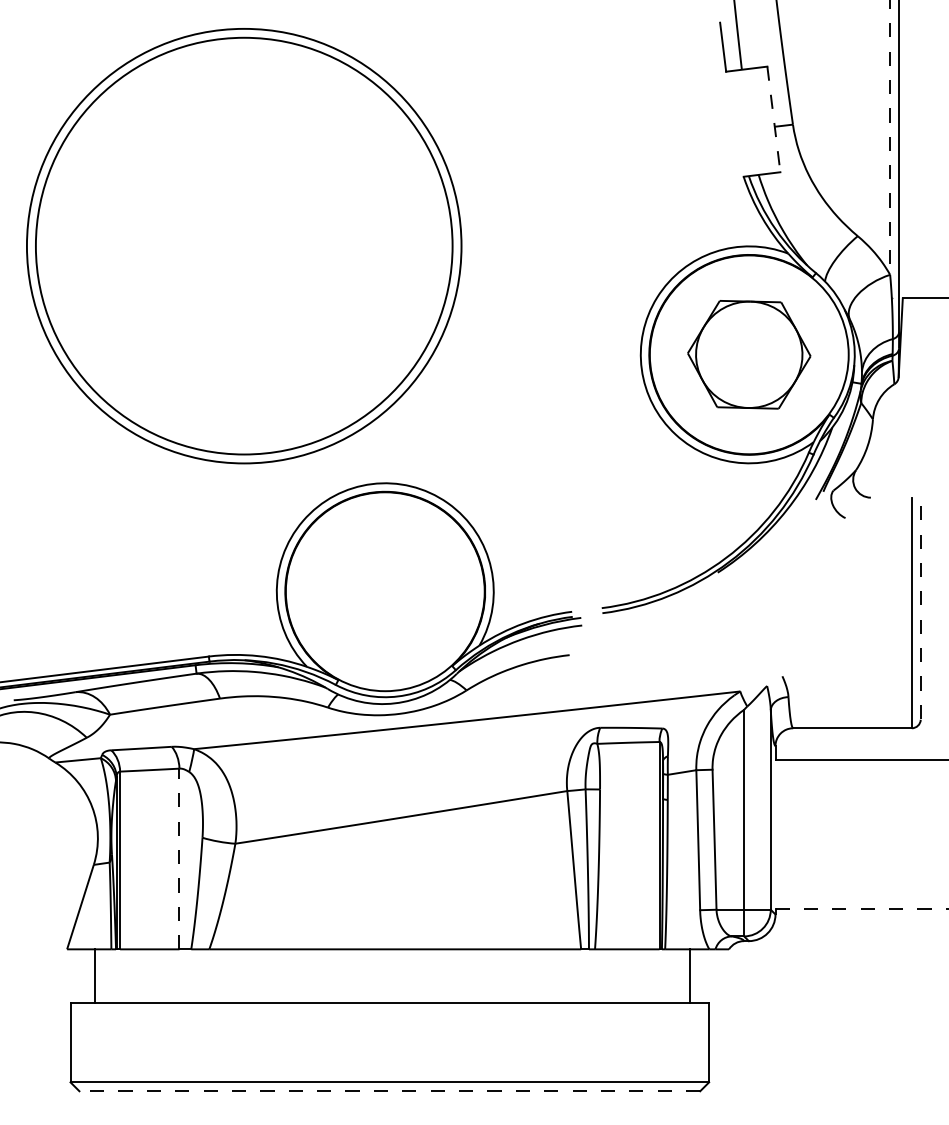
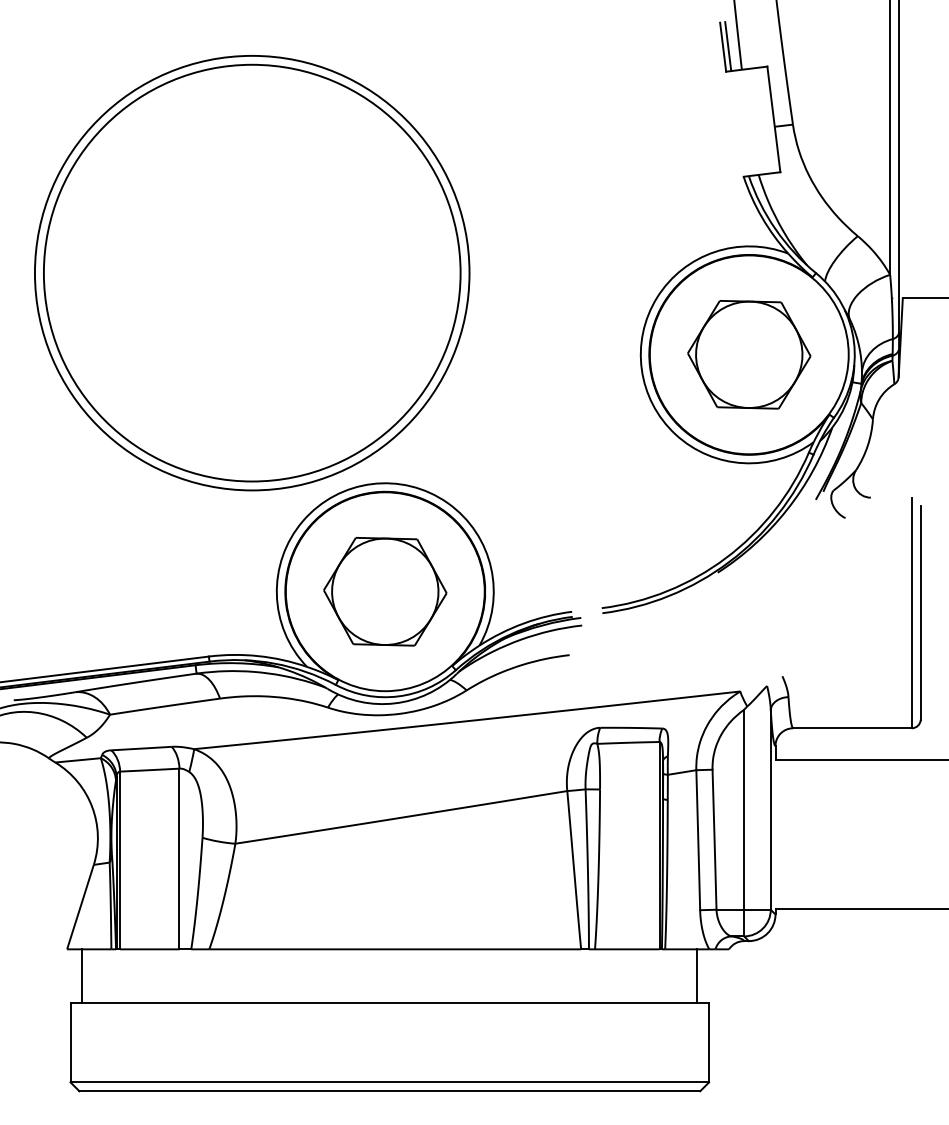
line at (728, 46): none -> present
line at (773, 119): dashed -> solid
line at (890, 138): dashed -> solid
part at (244, 246) position: (244, 246) -> (252, 273)
part at (385, 591): none -> present
line at (920, 612): dashed -> solid
line at (179, 858): dashed -> solid
line at (862, 909): dashed -> solid
line at (95, 975) position: (95, 975) -> (82, 975)
line at (690, 975) position: (690, 975) -> (697, 975)
line at (389, 1091): dashed -> solid
